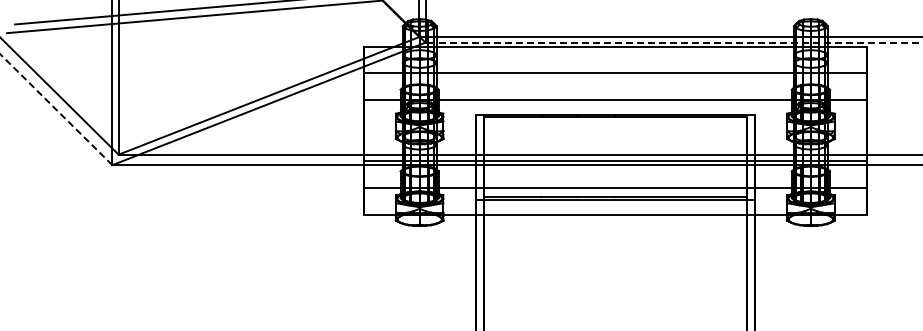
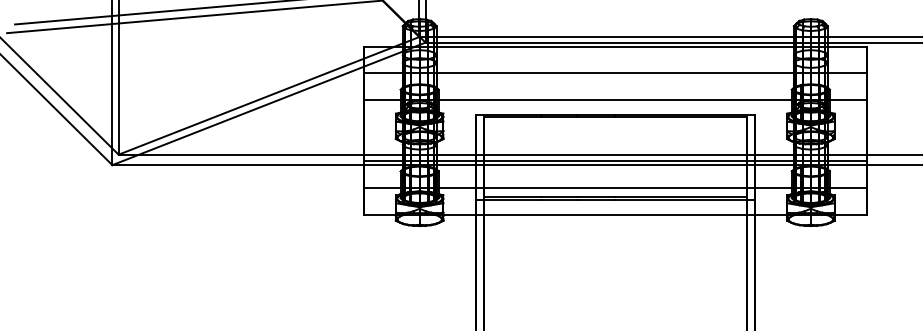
line at (673, 42): dashed -> solid
line at (56, 109): dashed -> solid
